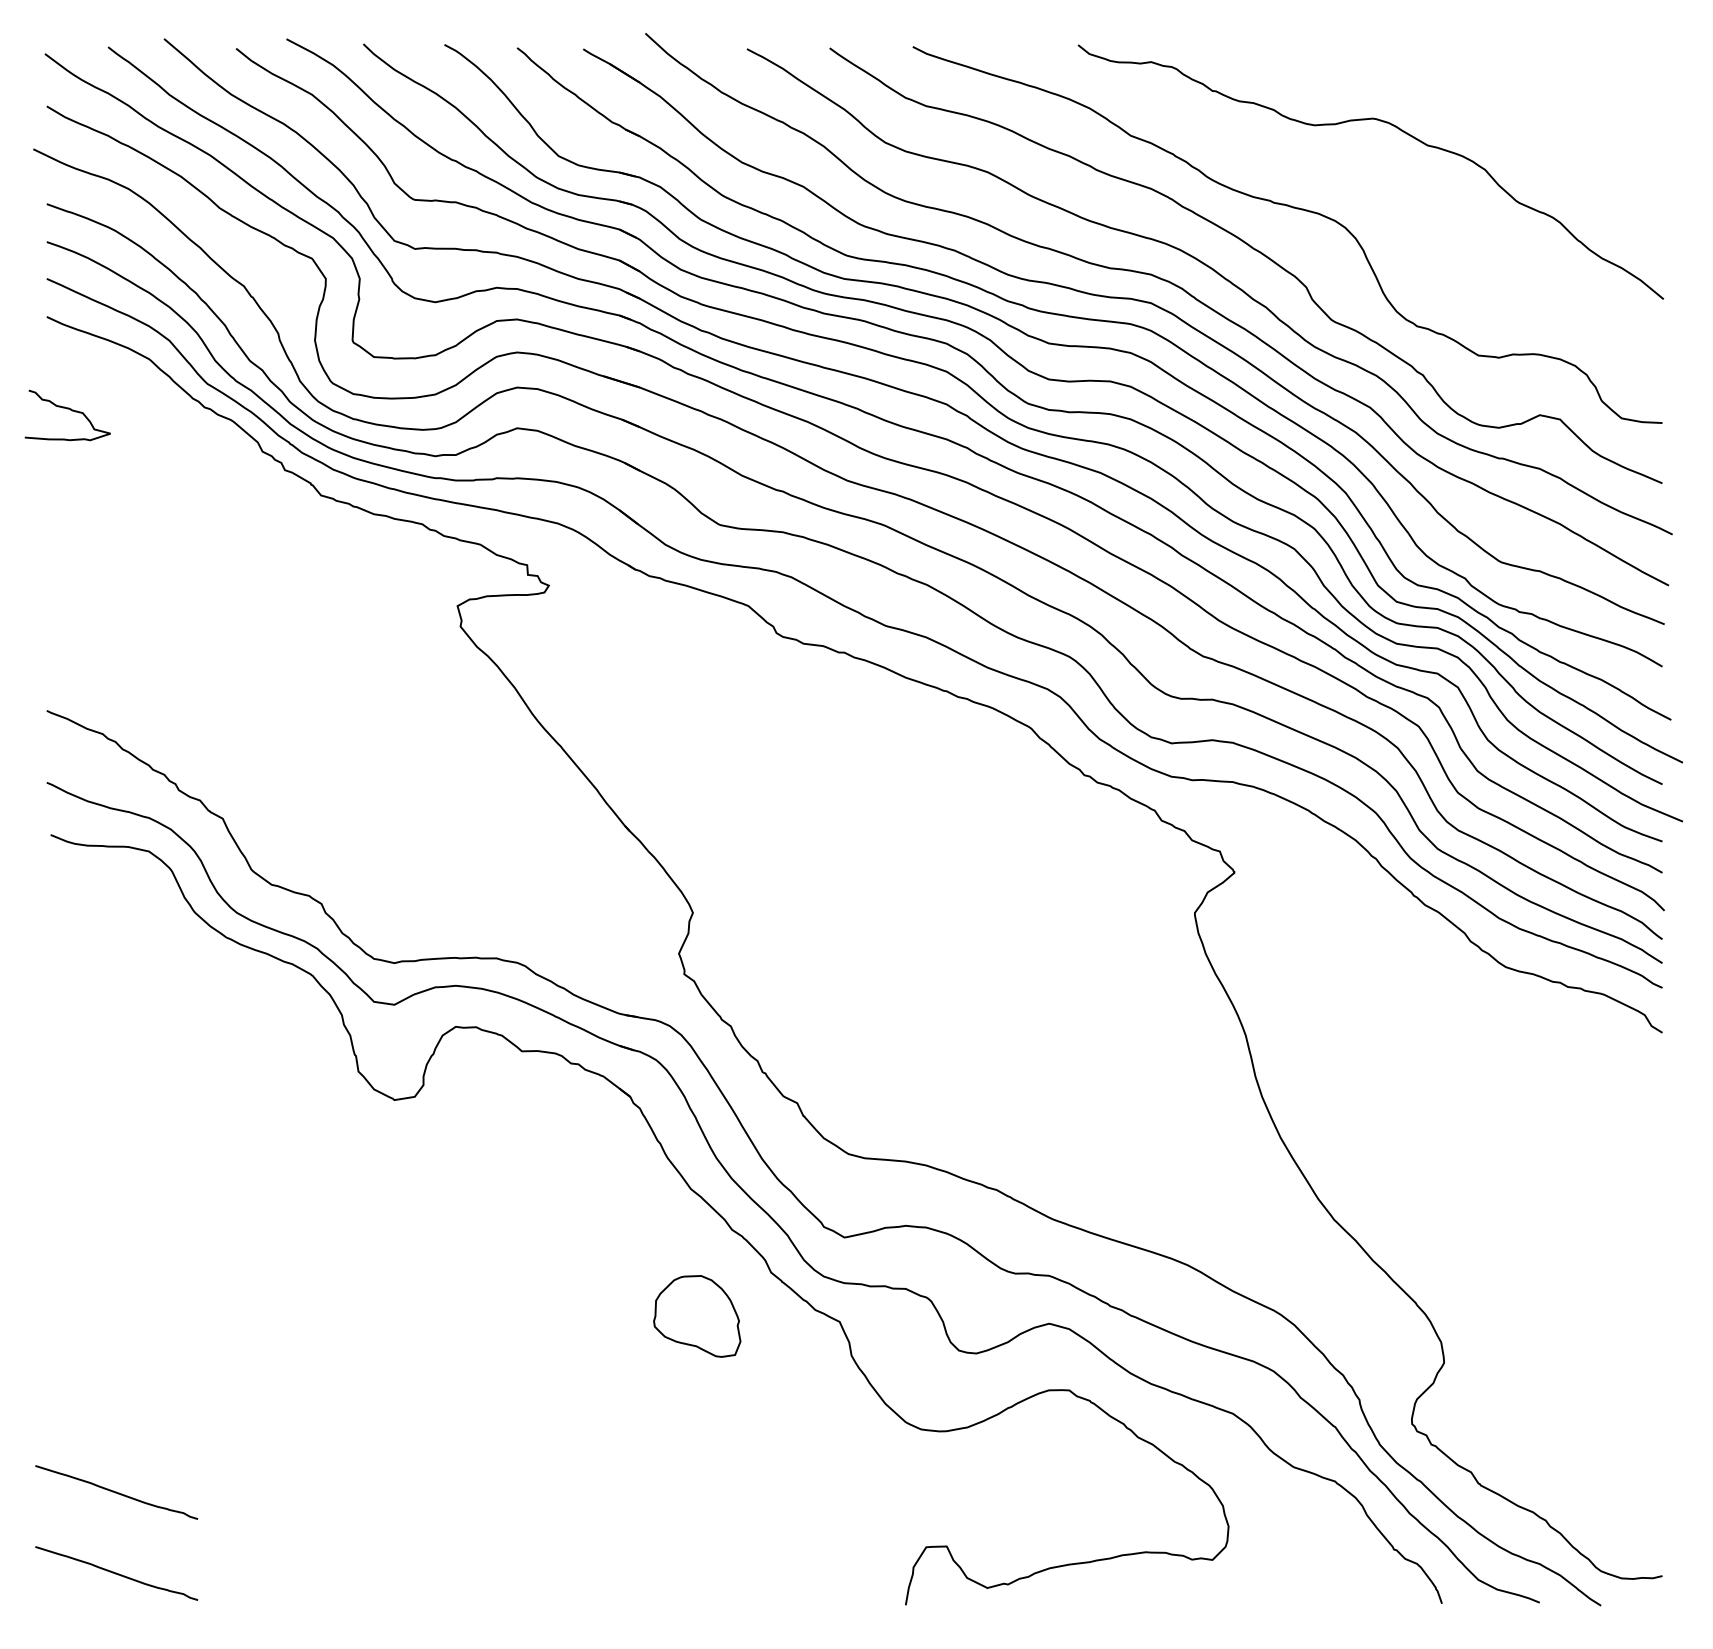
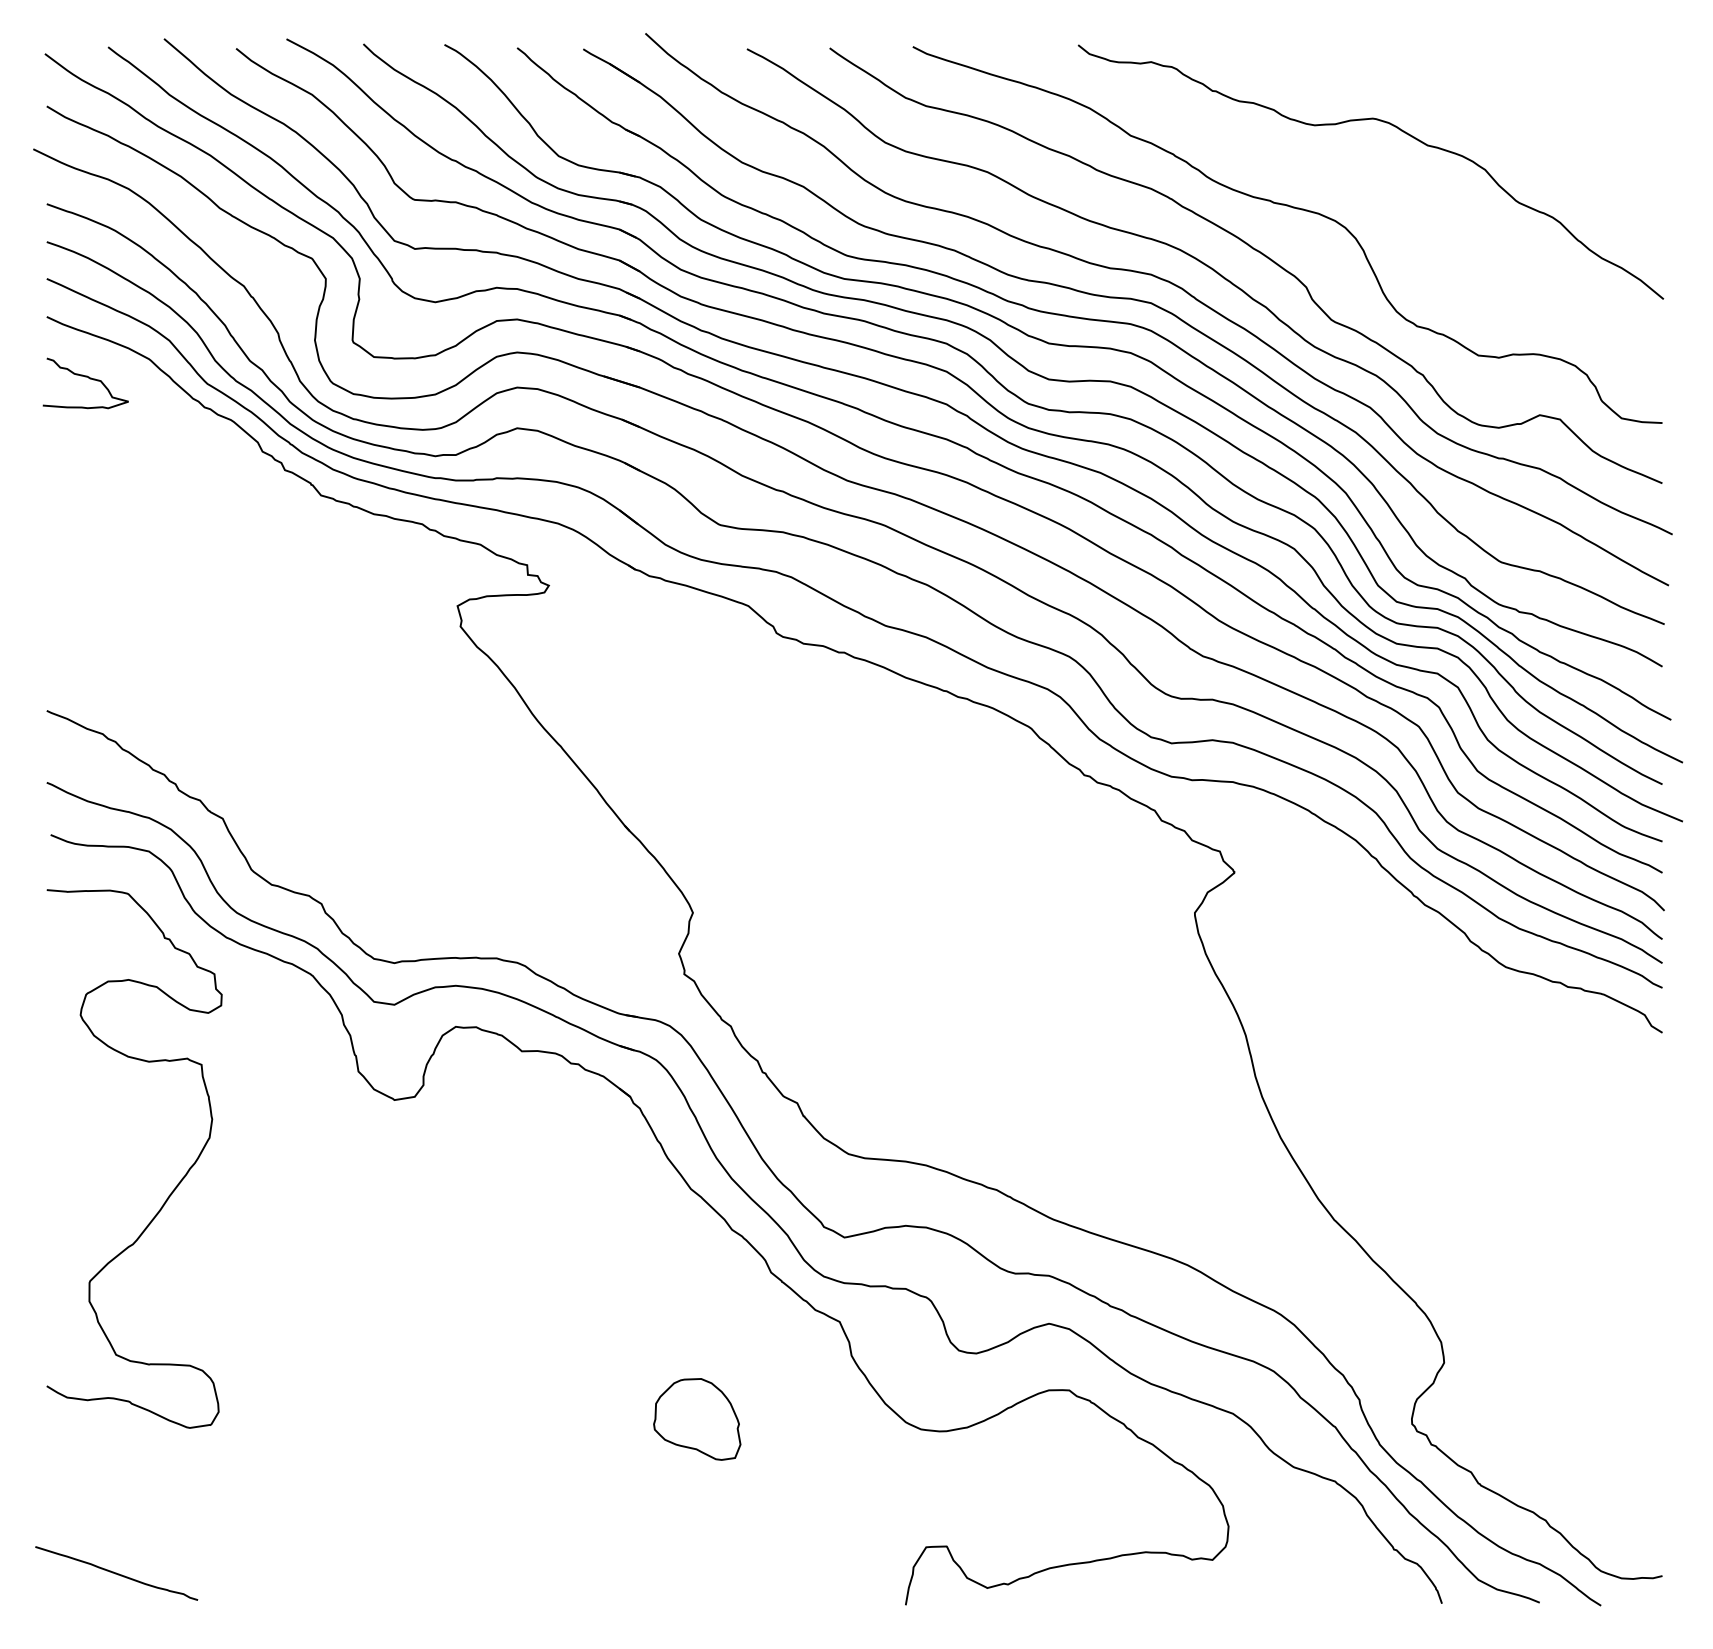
curve at (70, 410) position: (70, 410) -> (88, 378)
curve at (175, 1186): none -> present
part at (697, 1316) position: (697, 1316) -> (697, 1419)
curve at (116, 1492): present -> none
